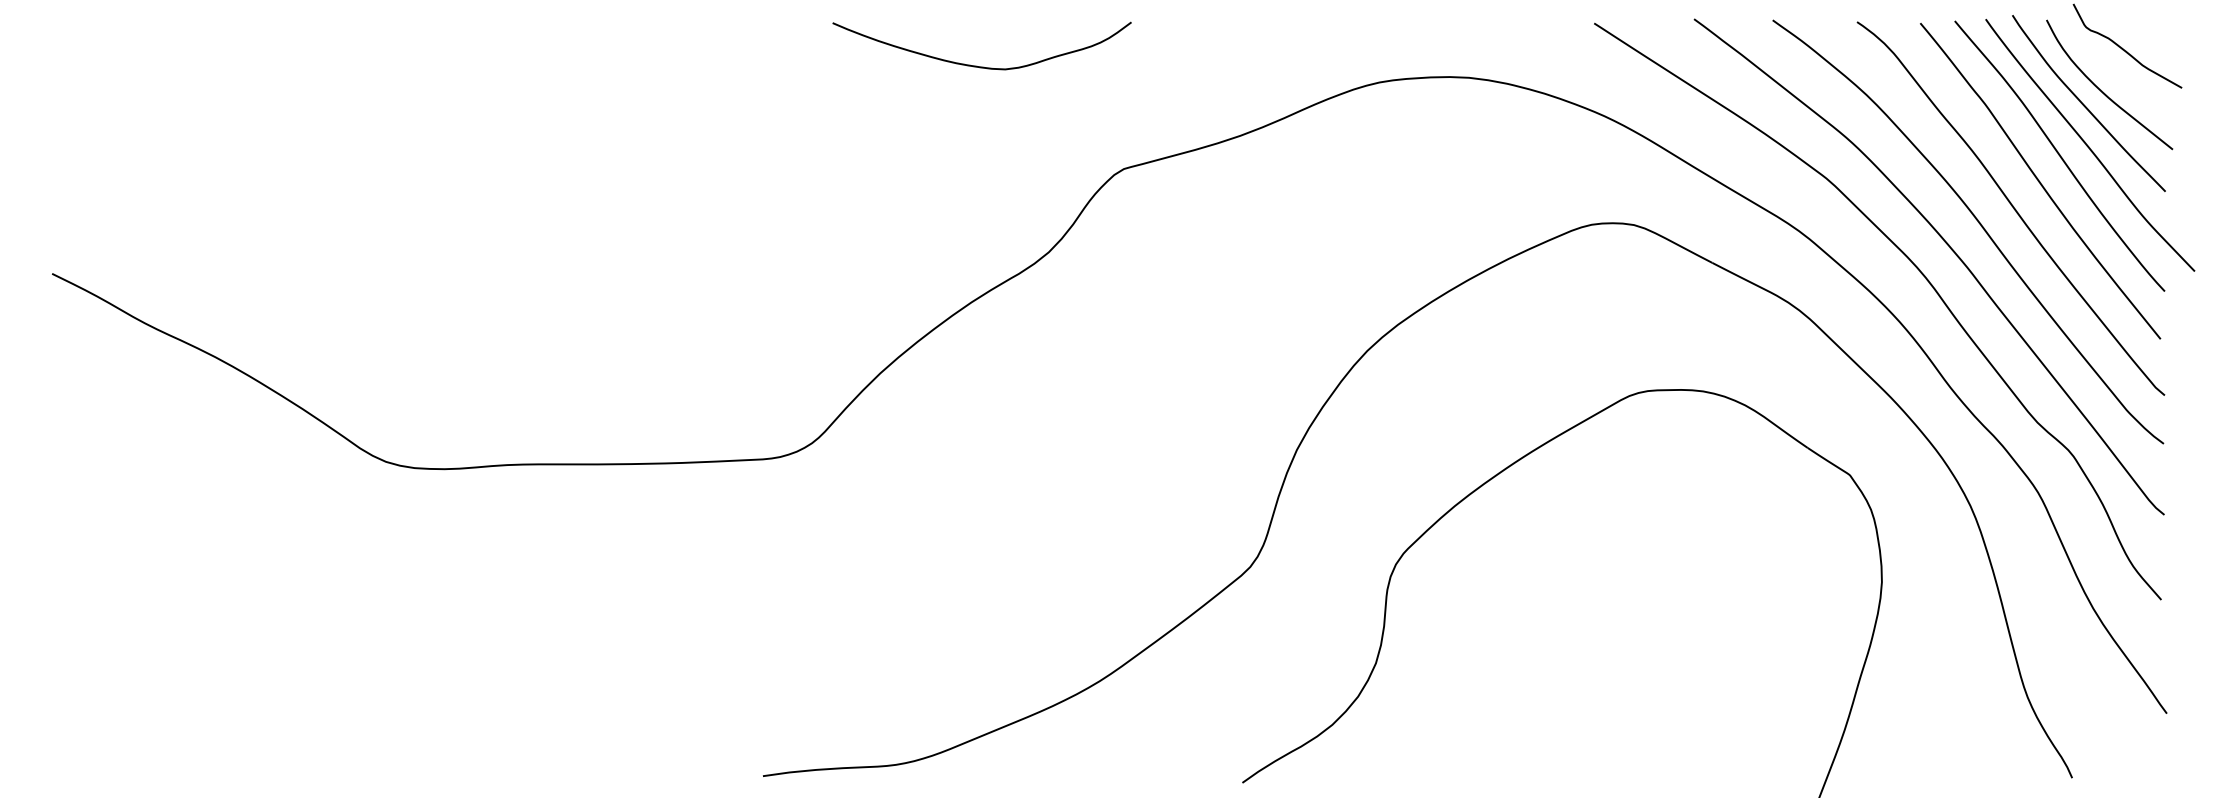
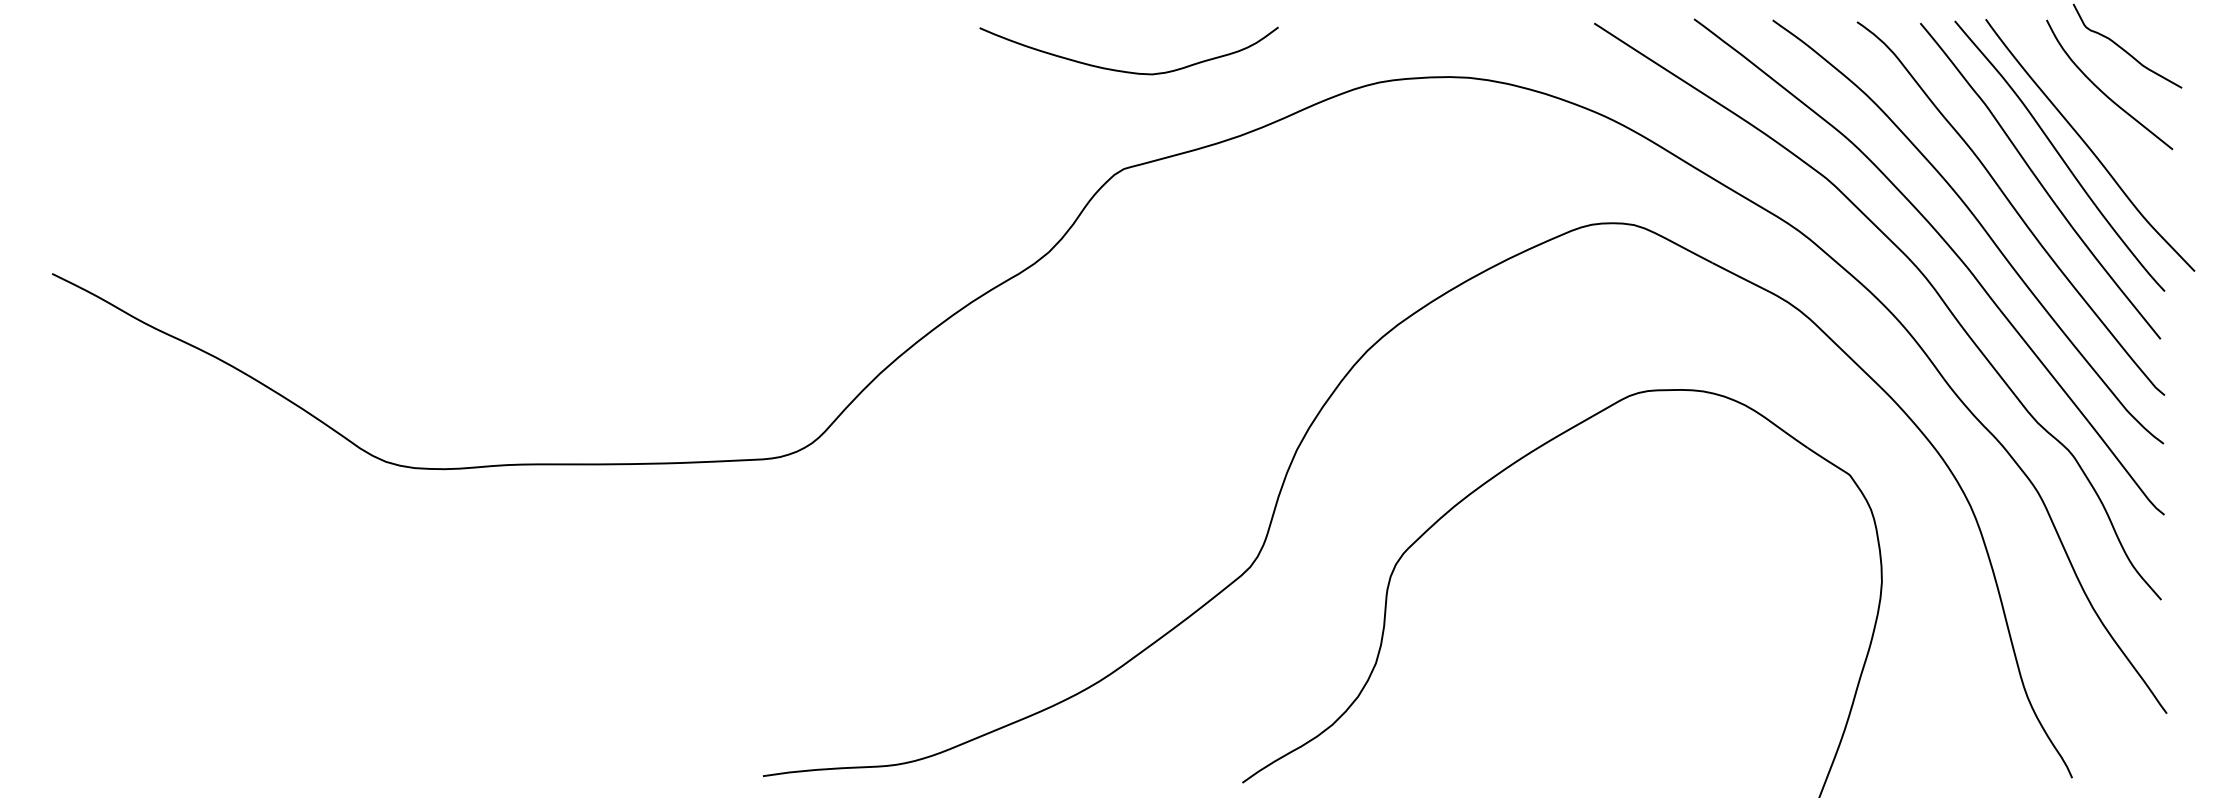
curve at (976, 65) position: (976, 65) -> (1123, 70)
curve at (2085, 105): present -> none
